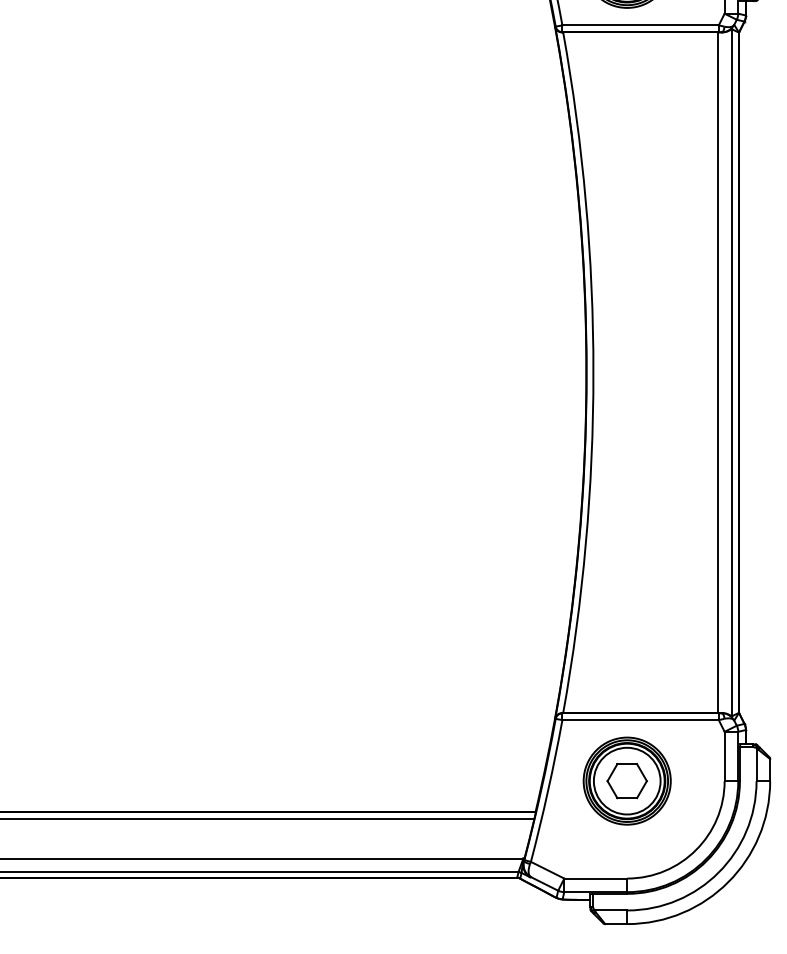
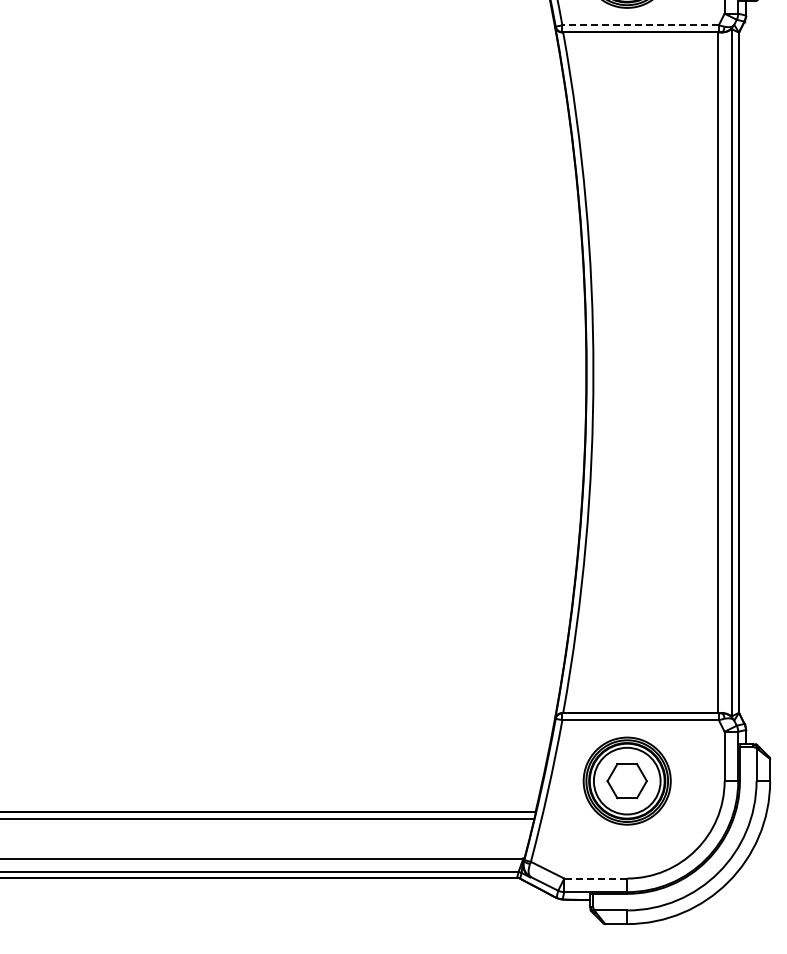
line at (640, 25): solid -> dashed
line at (595, 878): solid -> dashed
